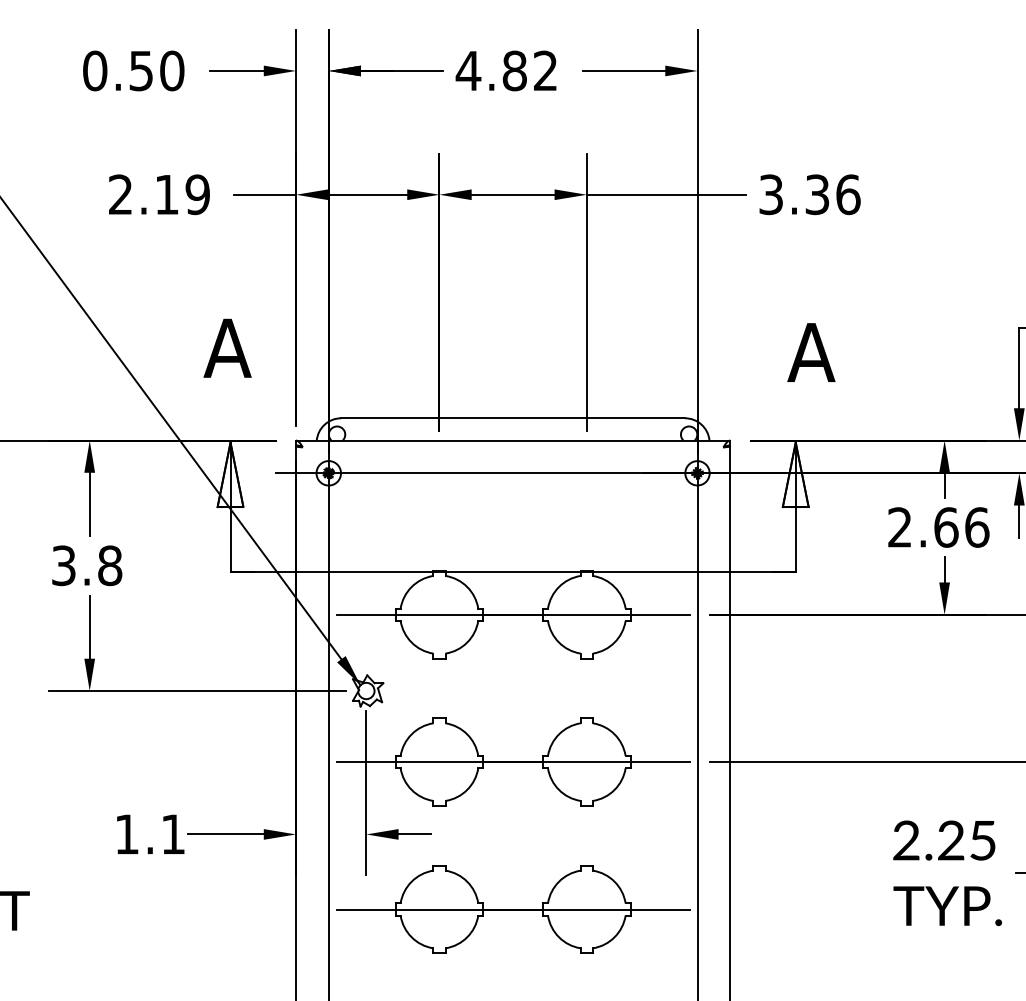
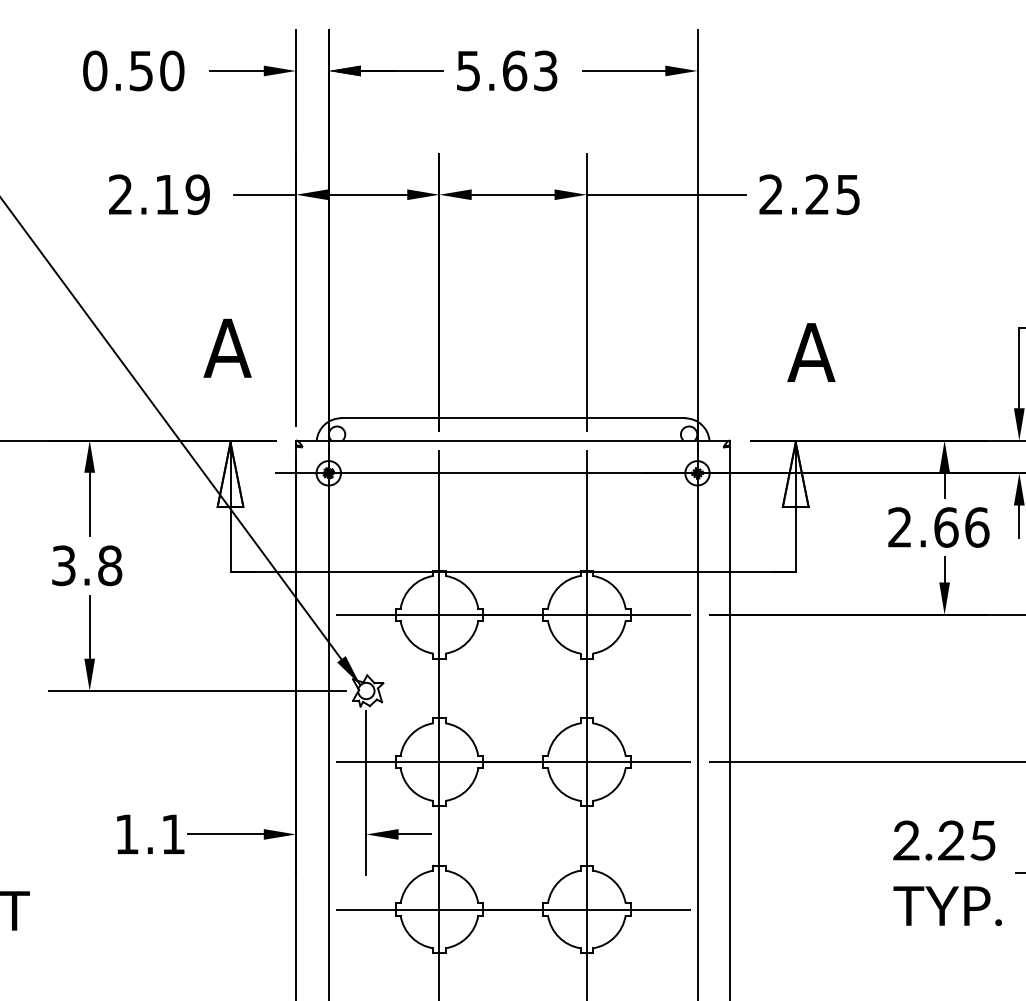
text at (506, 70): 4.82 -> 5.63
text at (809, 194): 3.36 -> 2.25
line at (439, 724): none -> present
line at (586, 724): none -> present
